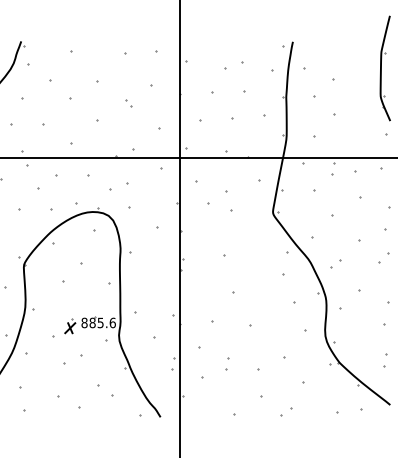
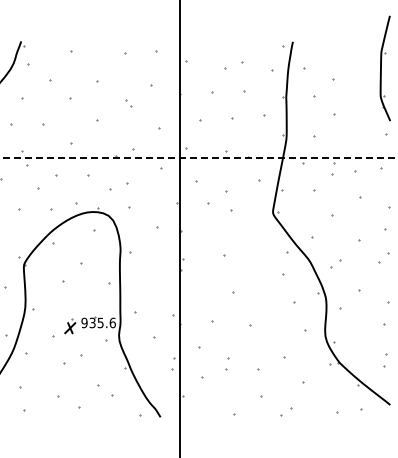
line at (199, 158): solid -> dashed
text at (88, 322): 885.6 -> 935.6
